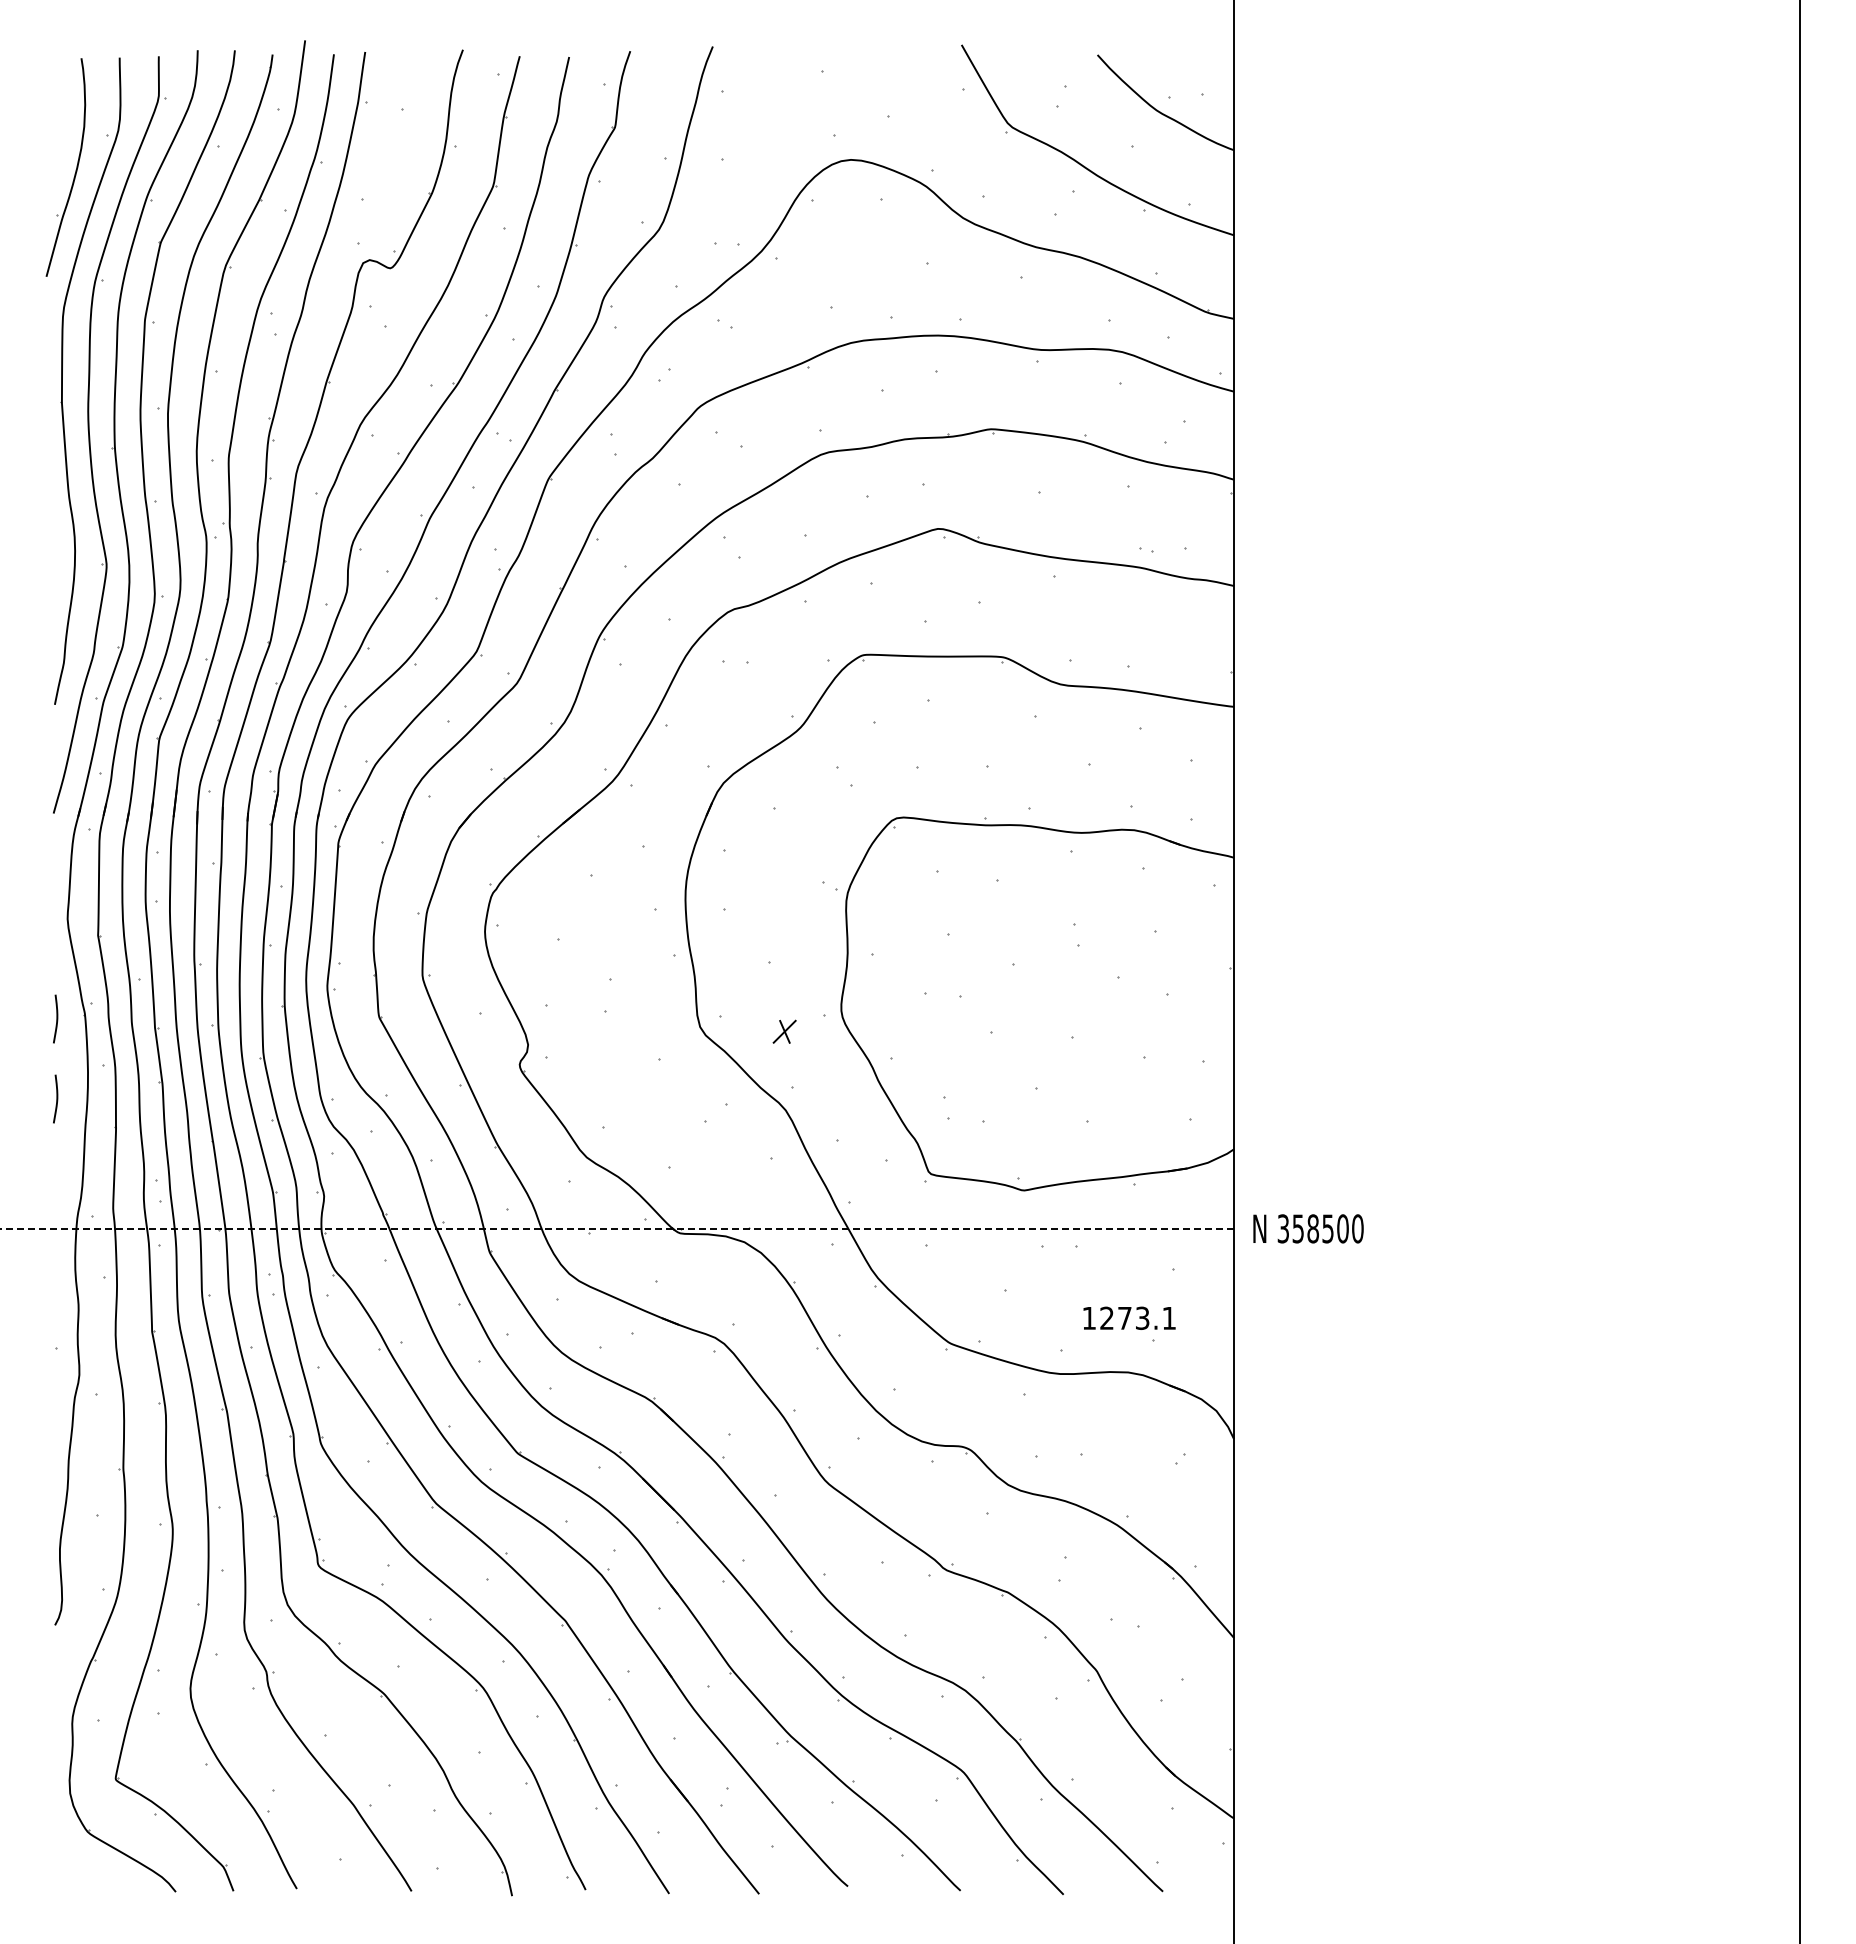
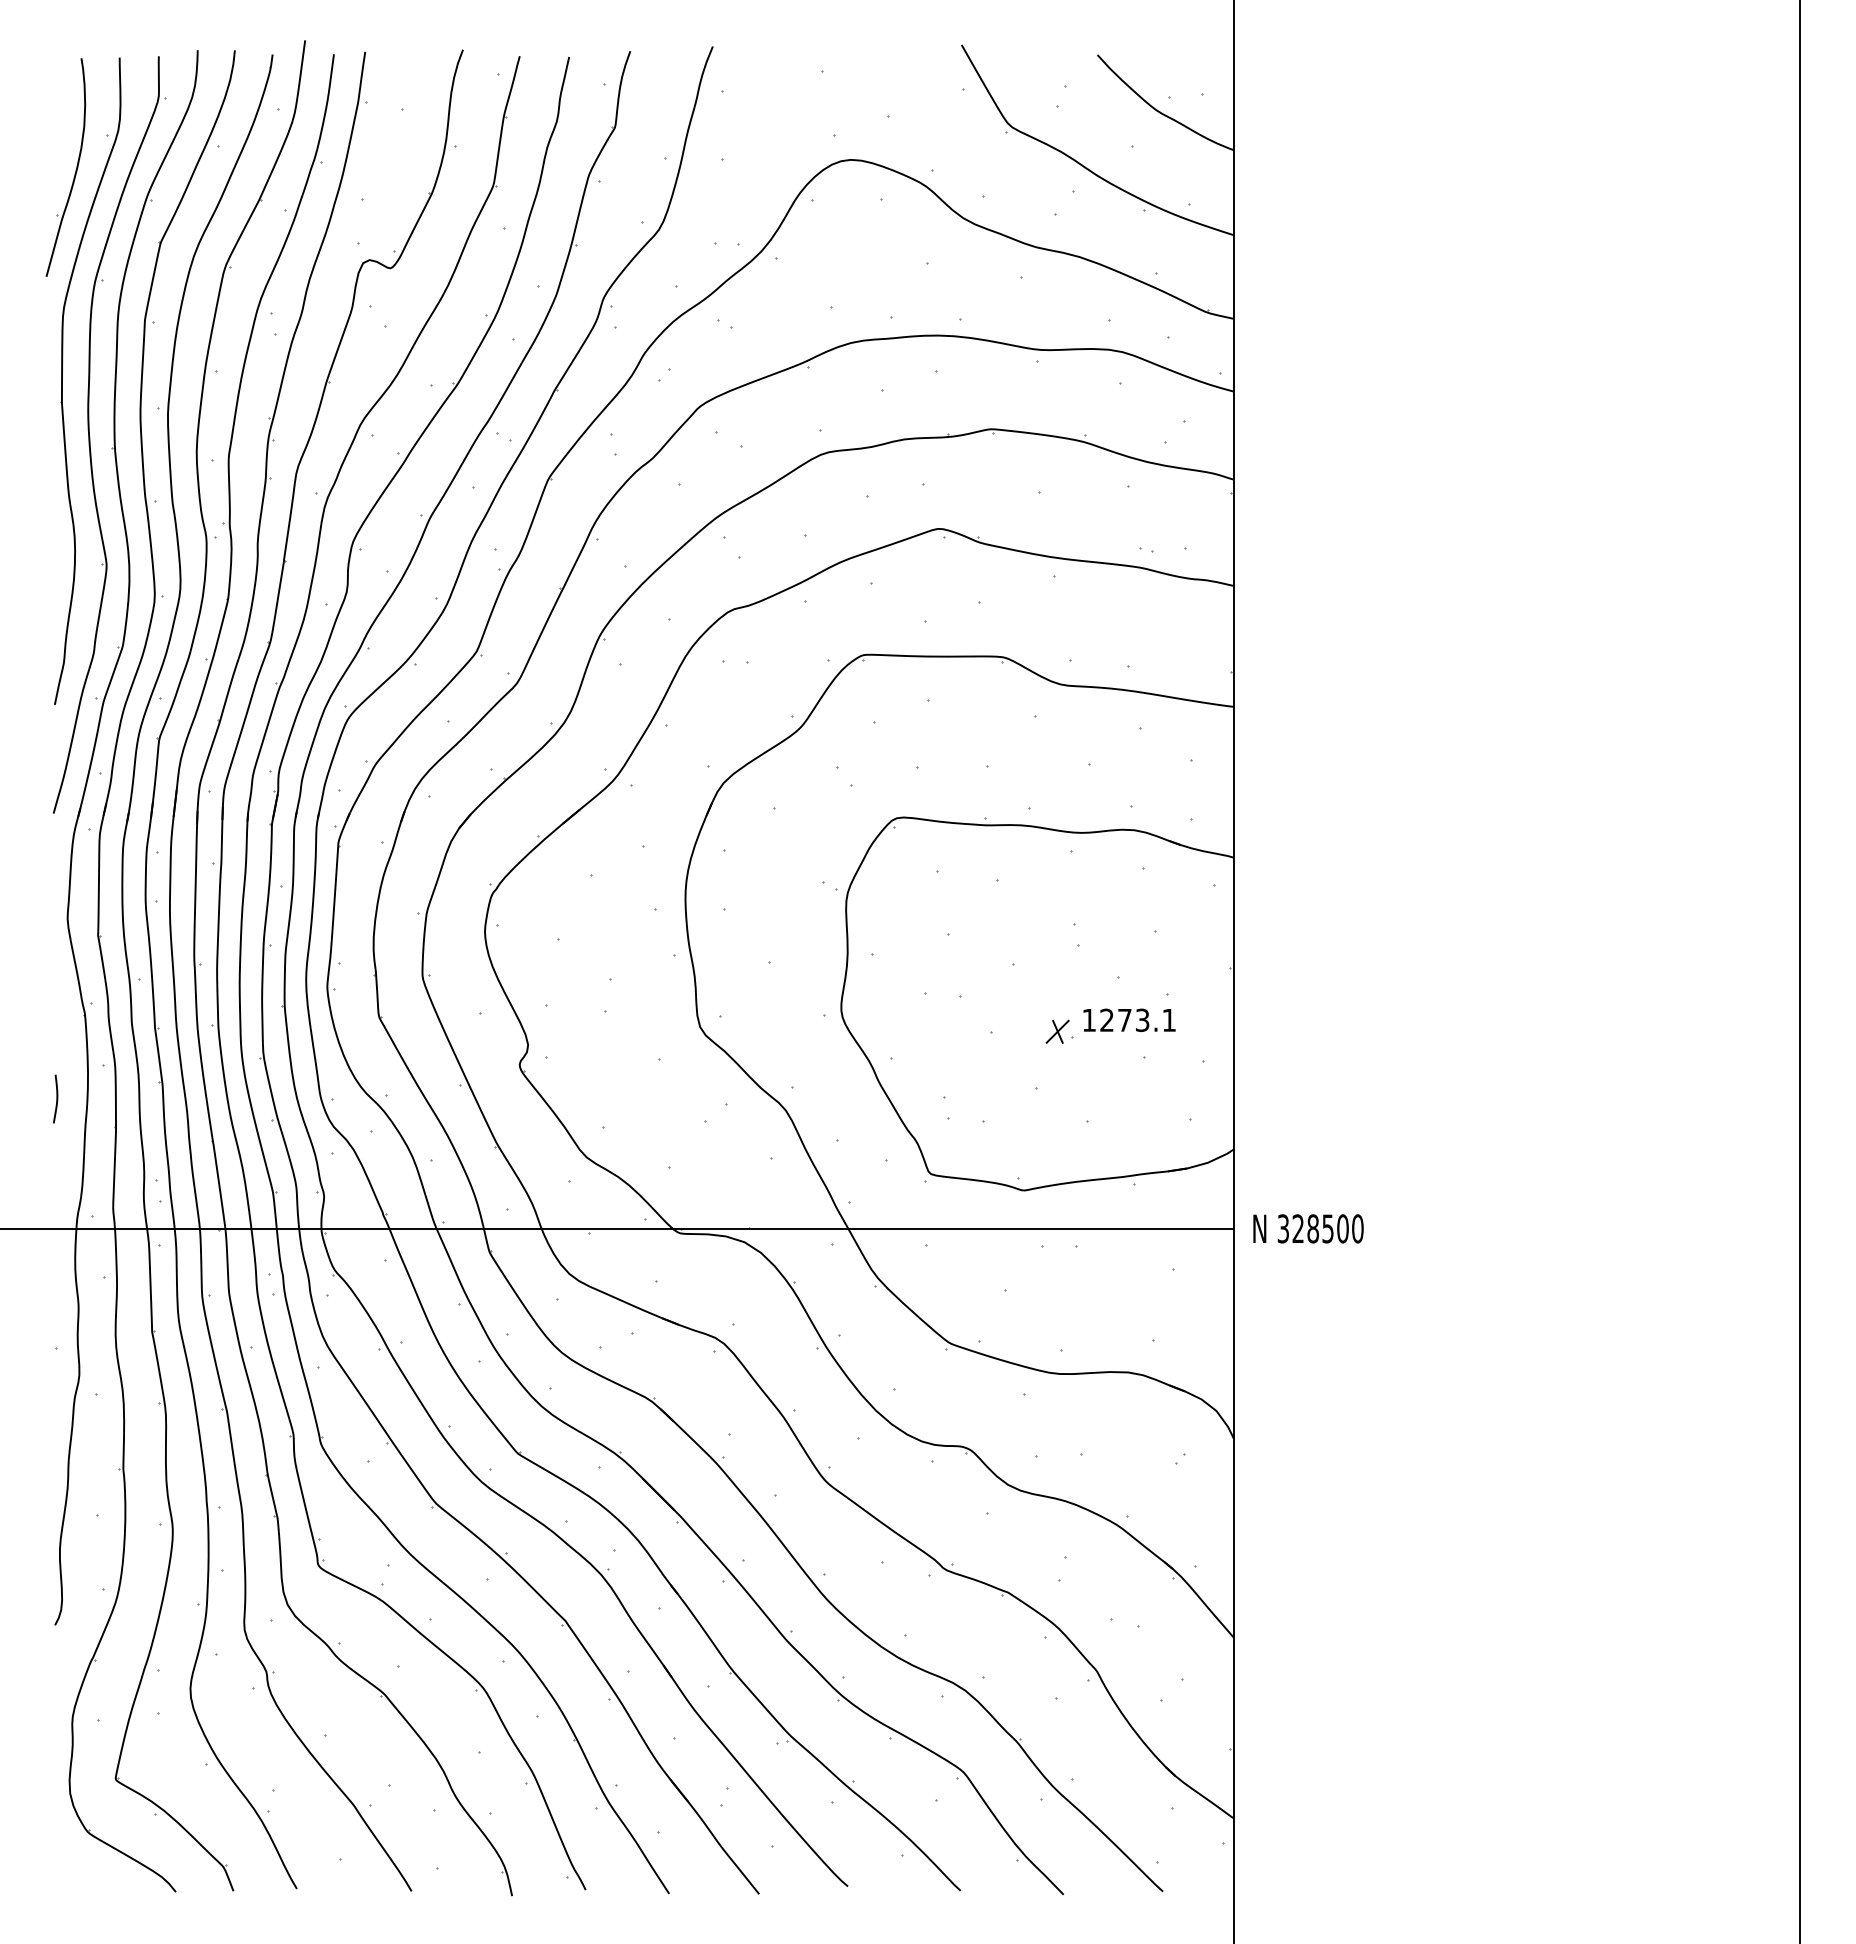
curve at (56, 1018): present -> none
part at (784, 1031) position: (784, 1031) -> (1057, 1031)
line at (617, 1228): dashed -> solid
text at (1297, 1228): 358500 -> 328500
text at (1129, 1317) position: (1129, 1317) -> (1129, 1019)
